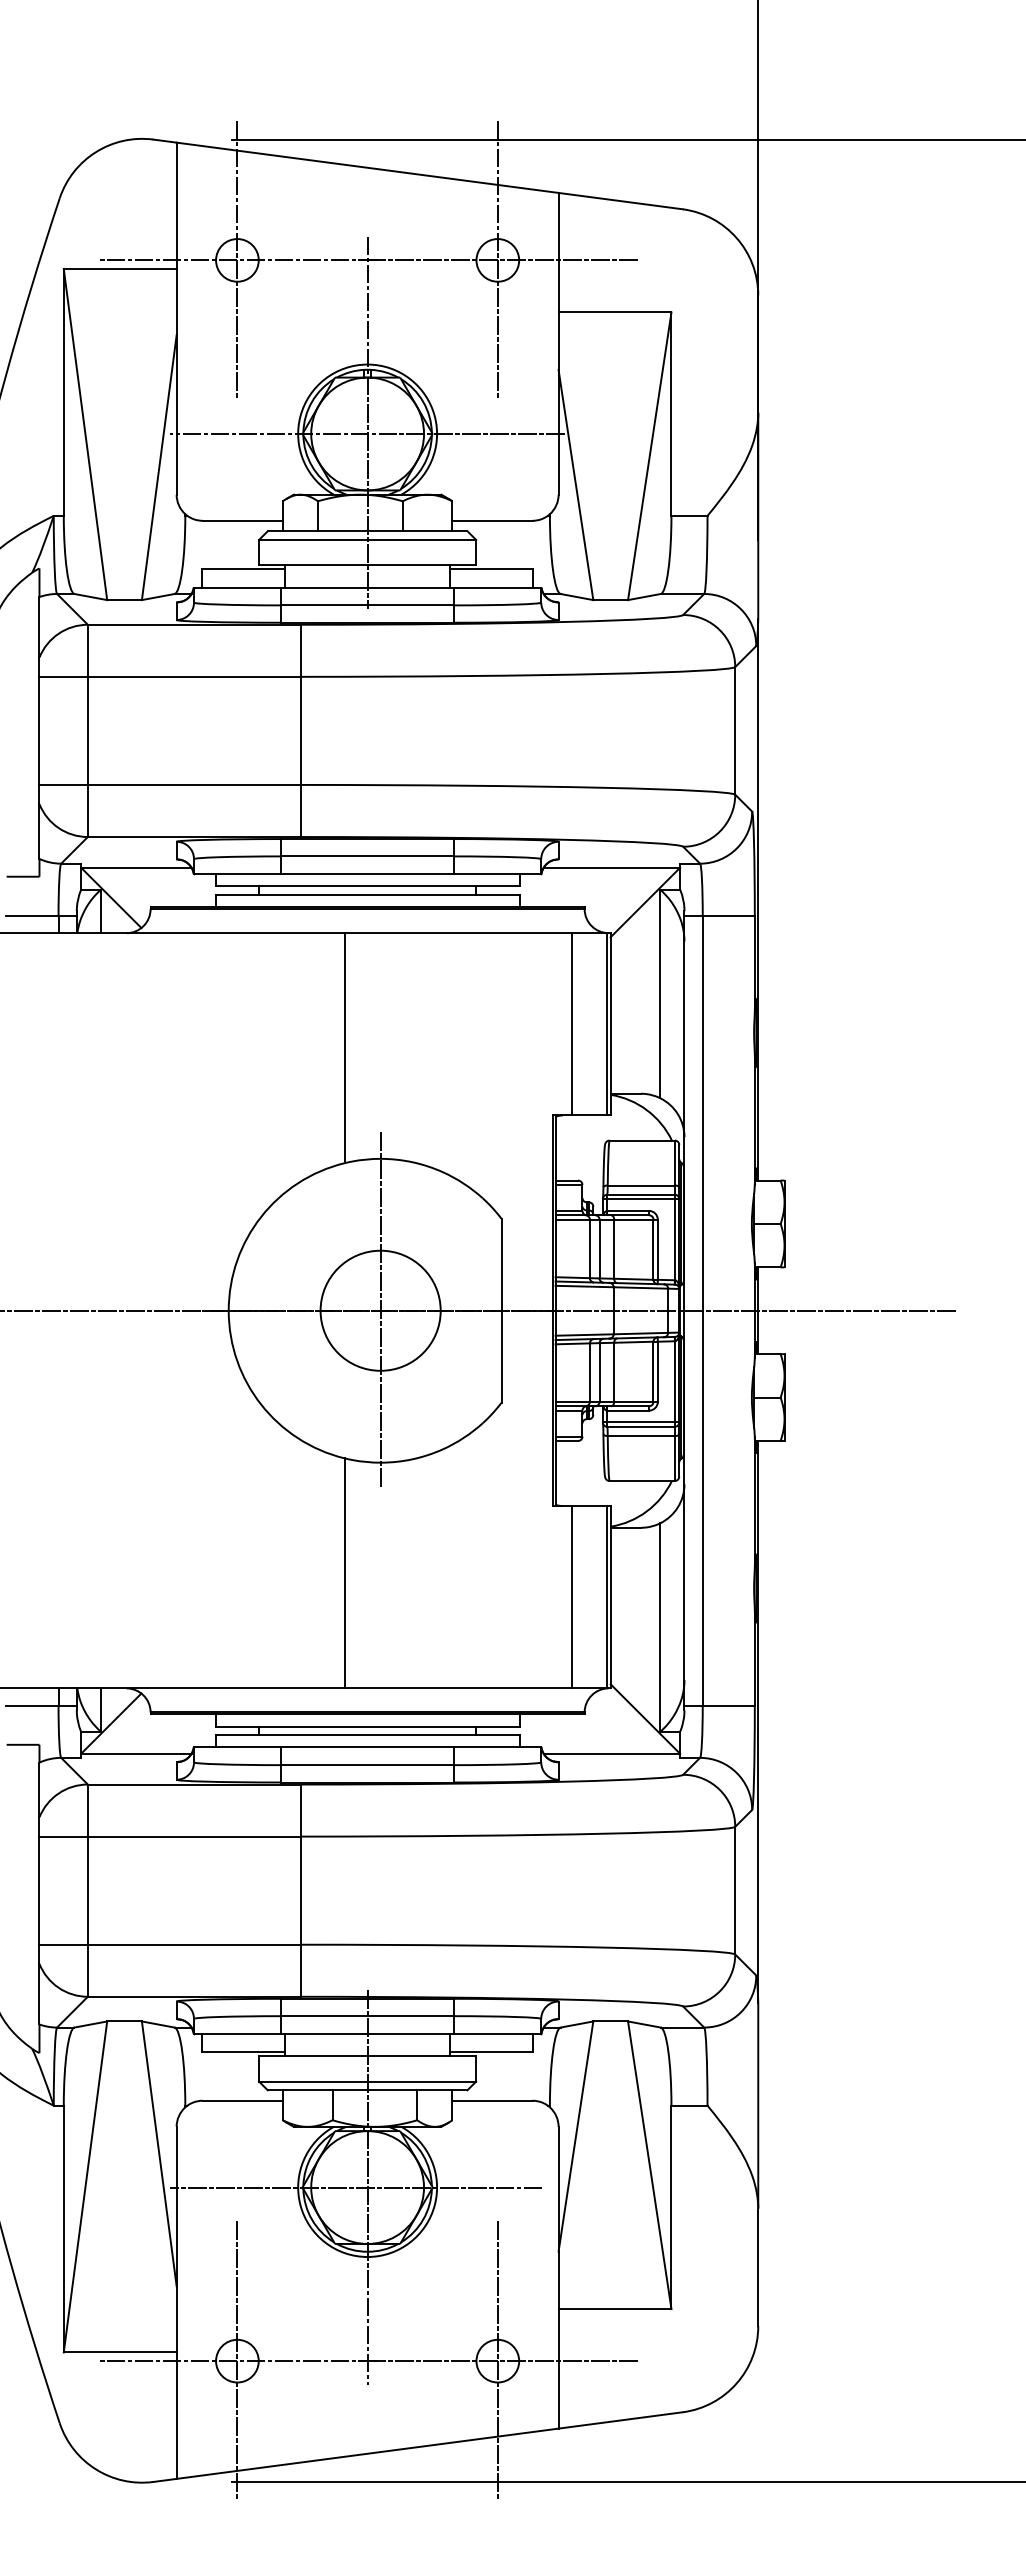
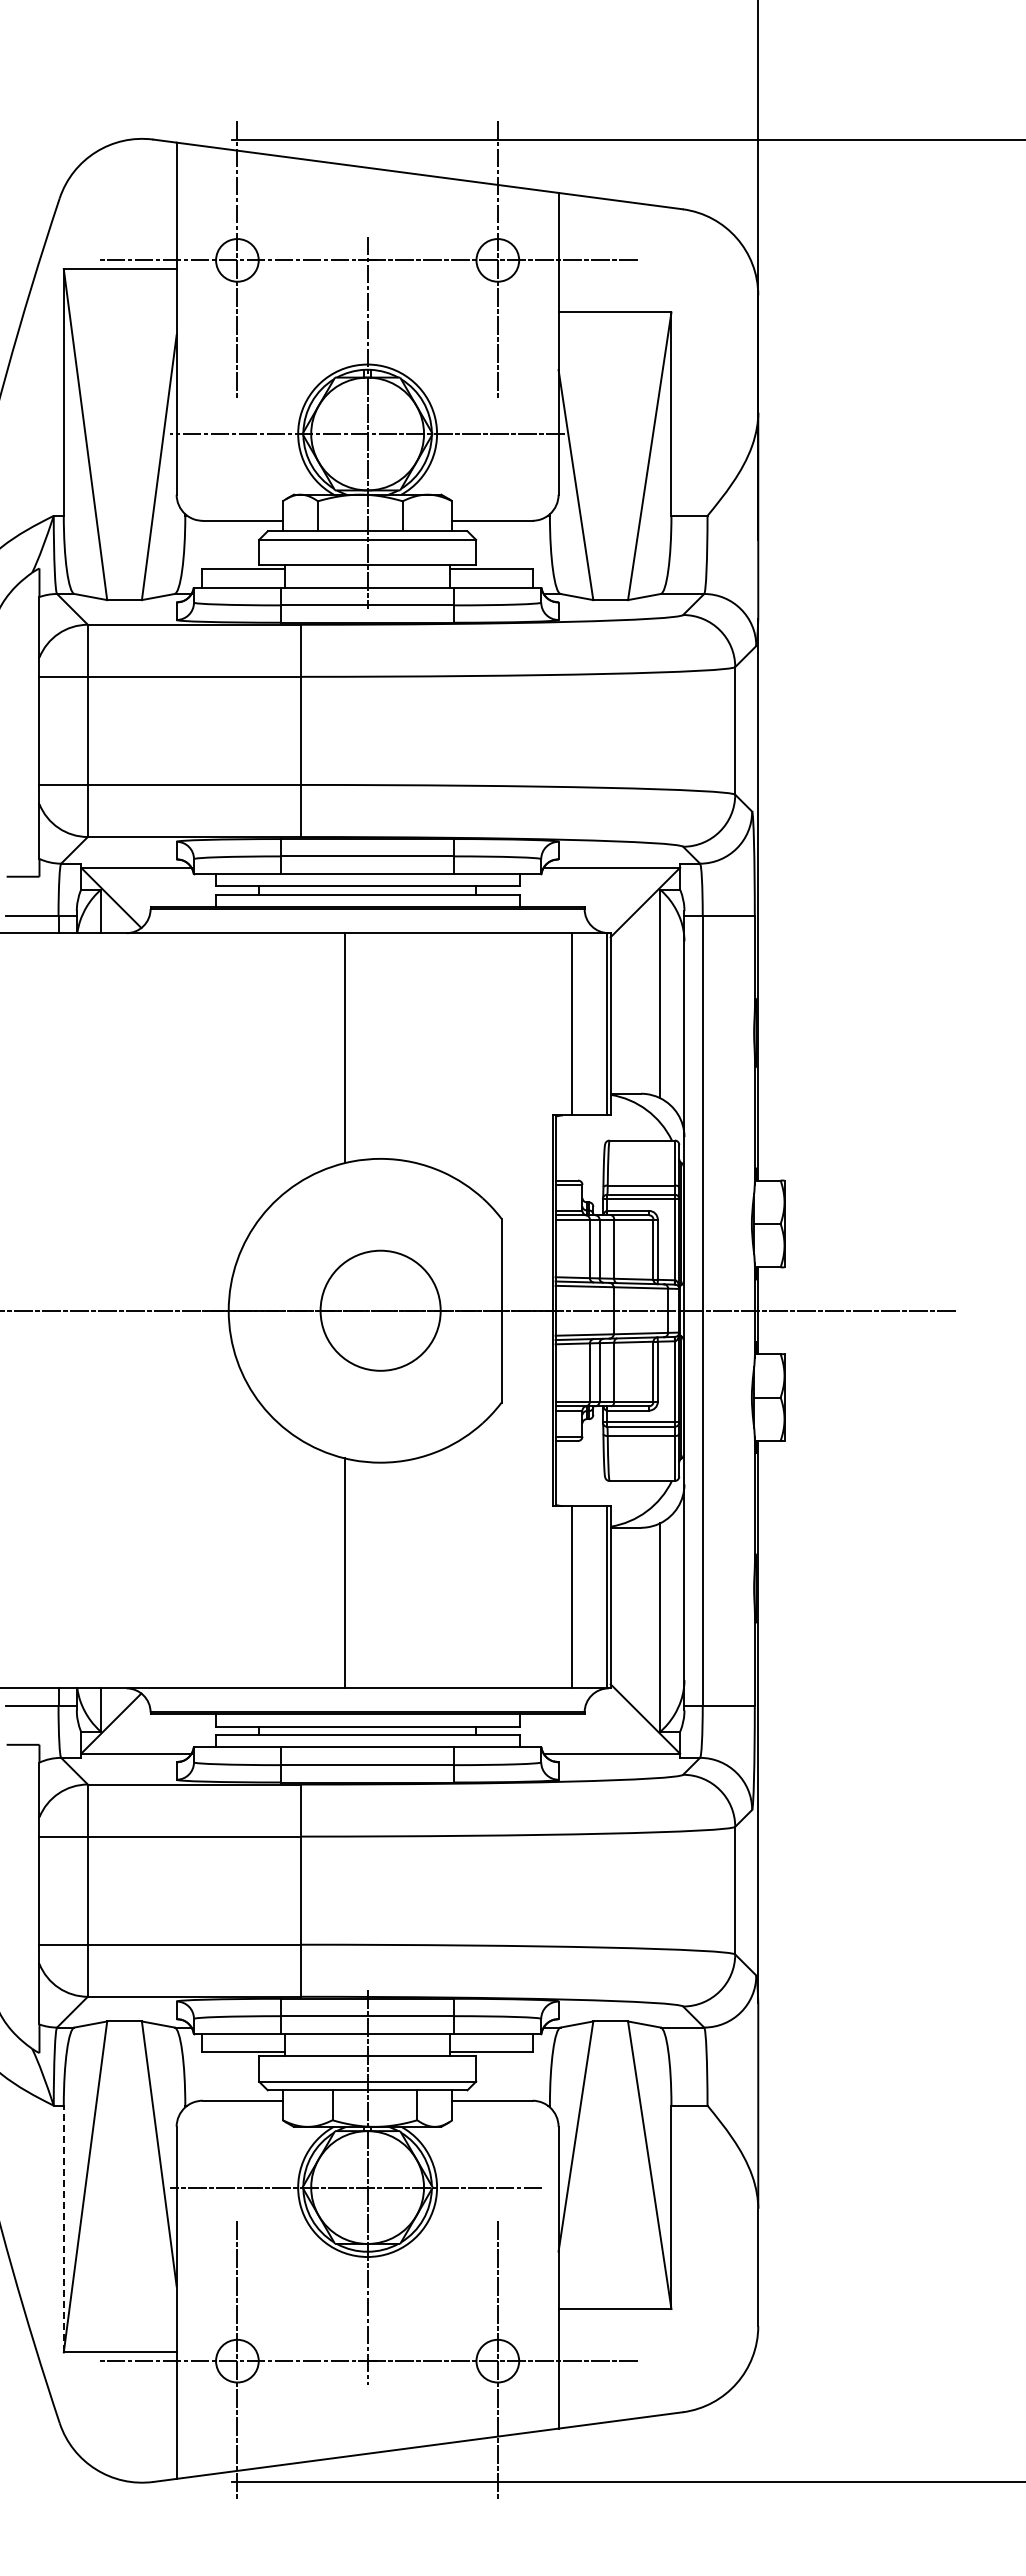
line at (380, 1310): present -> none
line at (63, 2228): solid -> dashed
